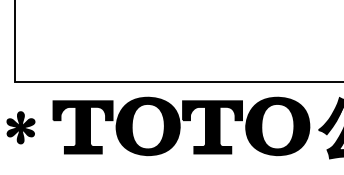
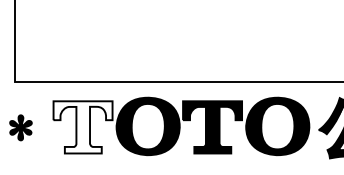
part at (20, 127) size: 30x34 px -> 24x28 px
fill at (82, 127): present -> none
